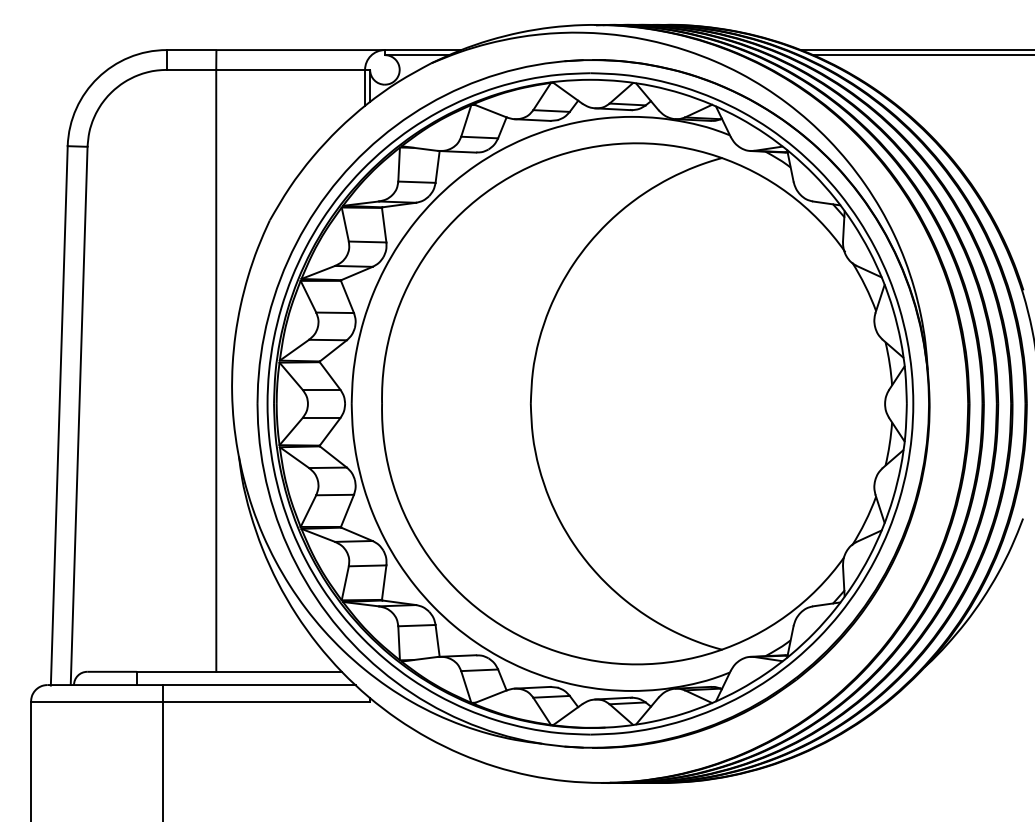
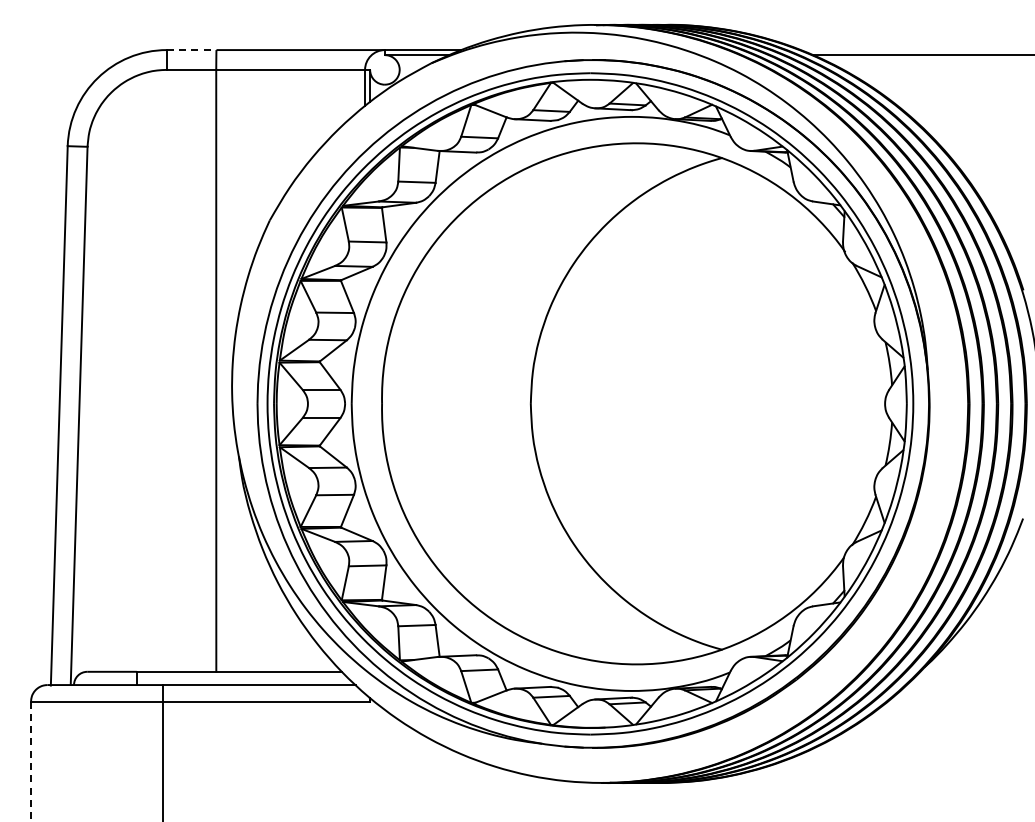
line at (191, 50): solid -> dashed
line at (915, 50): present -> none
line at (31, 761): solid -> dashed
